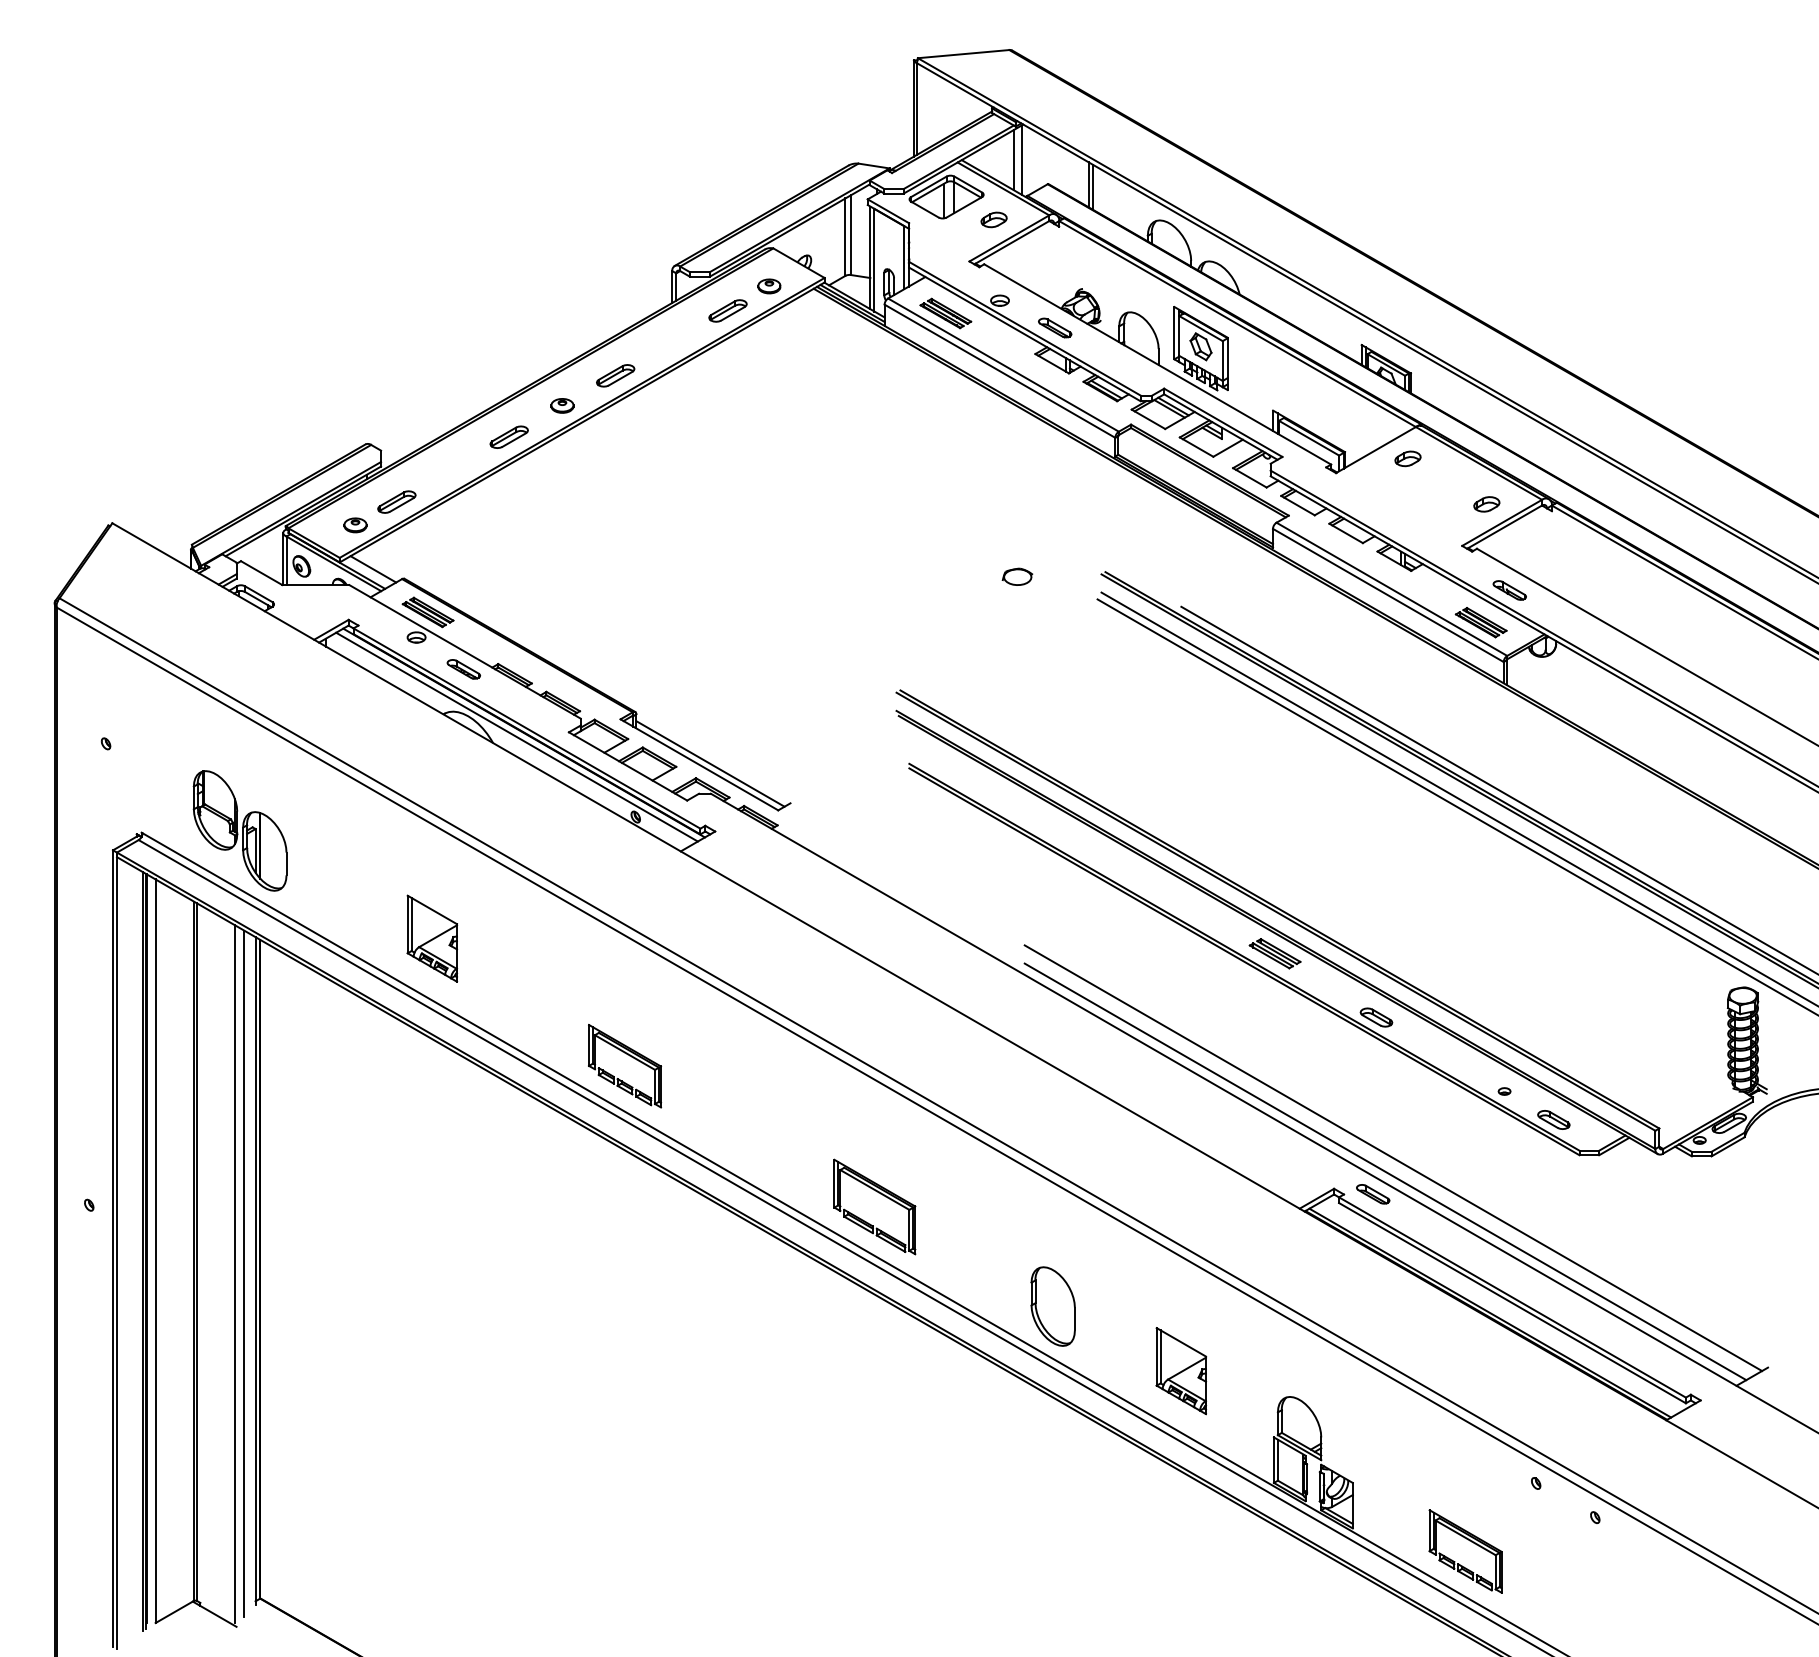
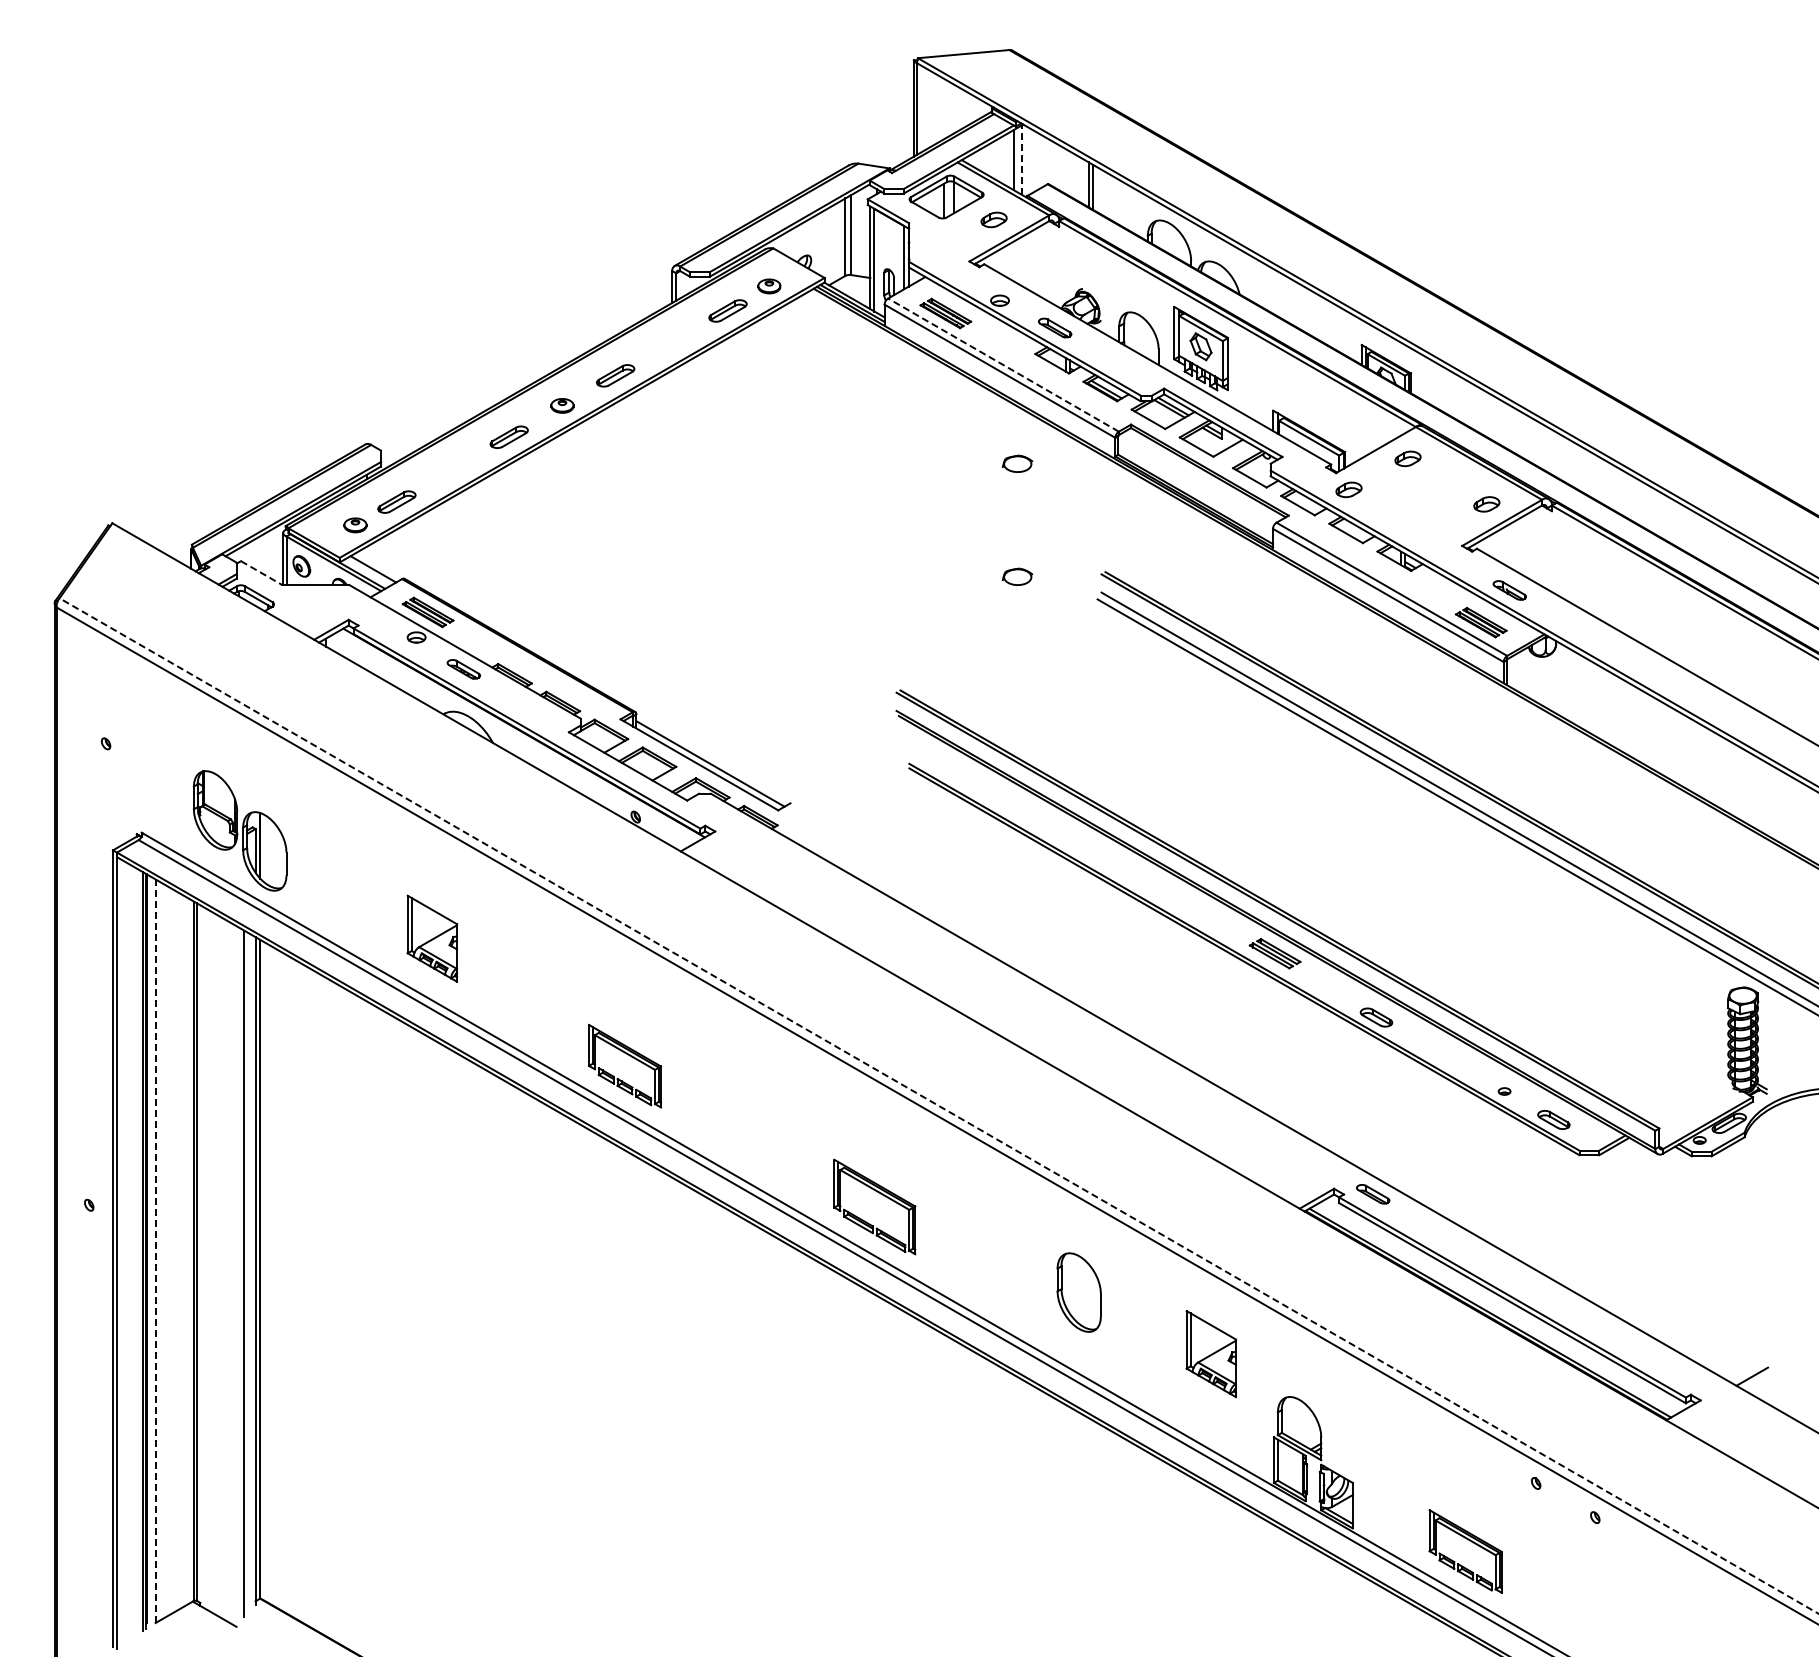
line at (1021, 160): solid -> dashed
line at (1003, 364): solid -> dashed
part at (1017, 463): none -> present
part at (1348, 489): none -> present
line at (261, 573): solid -> dashed
line at (516, 736): present -> none
line at (1498, 789): present -> none
line at (938, 1105): solid -> dashed
line at (1393, 1158): present -> none
line at (1385, 1171): present -> none
line at (155, 1251): solid -> dashed
line at (235, 1274): present -> none
part at (1052, 1306) position: (1052, 1306) -> (1078, 1292)
part at (1181, 1371) position: (1181, 1371) -> (1211, 1354)
